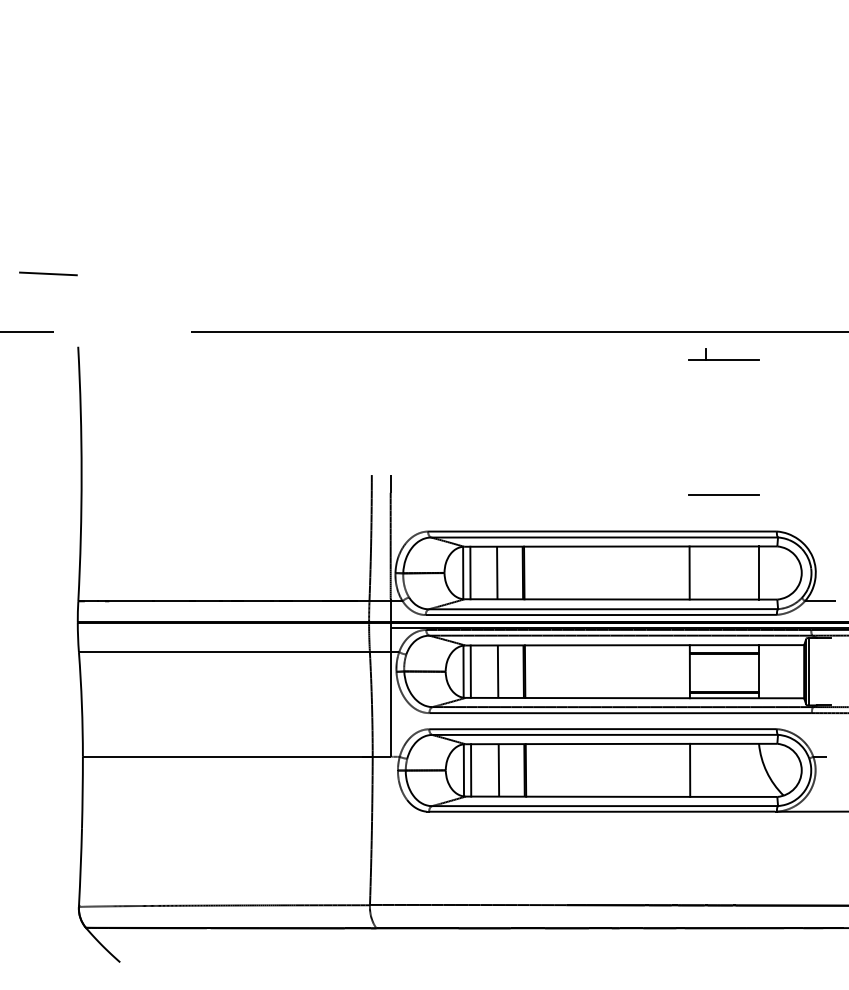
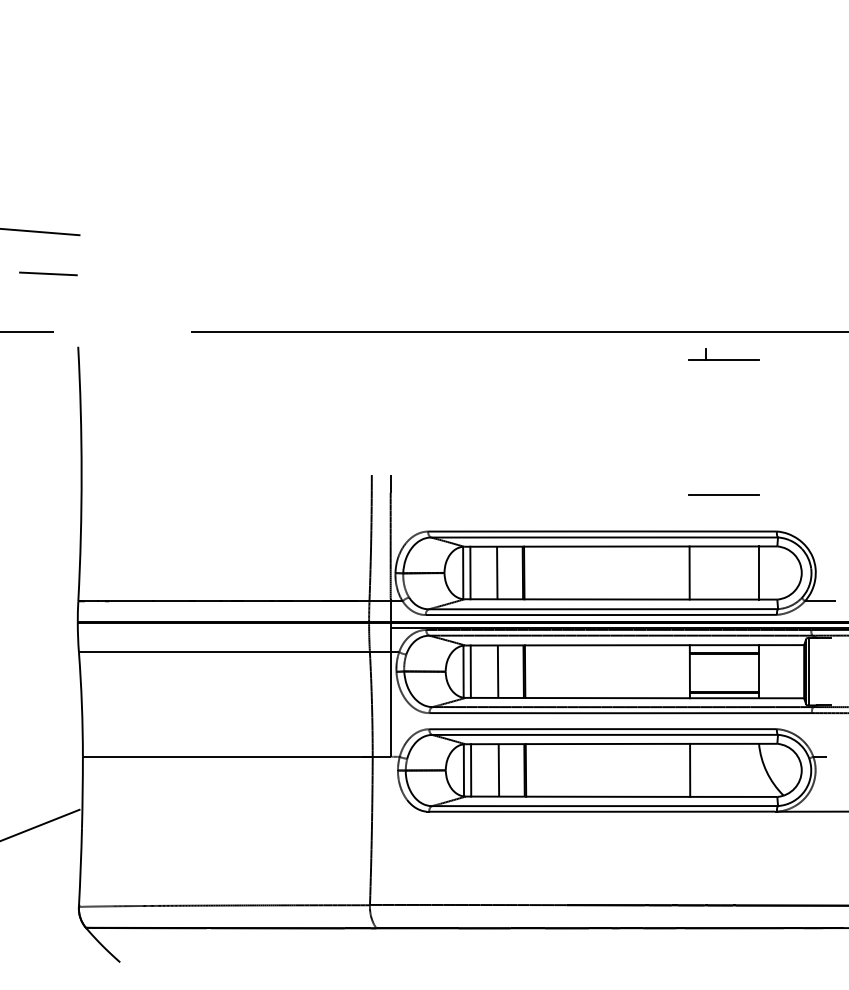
line at (40, 232): none -> present
line at (40, 824): none -> present
